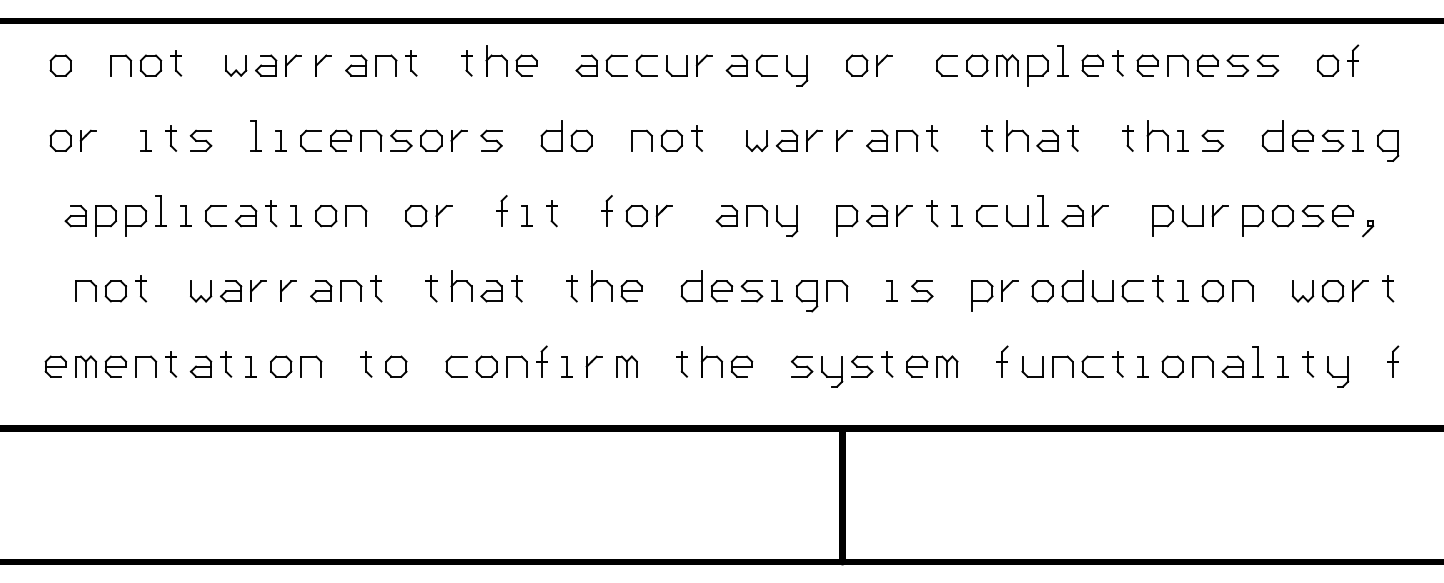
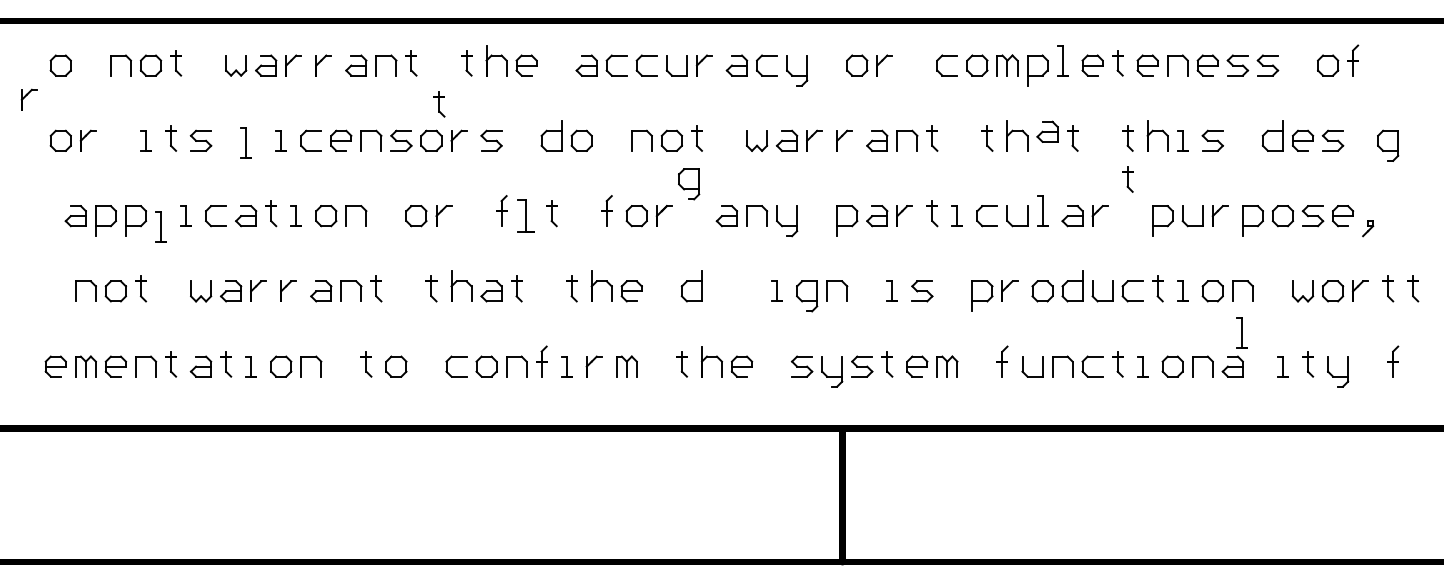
part at (28, 99): none -> present
part at (439, 104): none -> present
part at (255, 135) position: (255, 135) -> (245, 142)
part at (1047, 140) position: (1047, 140) -> (1047, 131)
part at (1357, 140): present -> none
part at (1127, 179): none -> present
part at (689, 184): none -> present
part at (160, 210) position: (160, 210) -> (160, 226)
part at (526, 215) size: 12x22 px -> 18x34 px
part at (1413, 288): none -> present
part at (737, 291): present -> none
part at (1257, 361) position: (1257, 361) -> (1241, 332)
